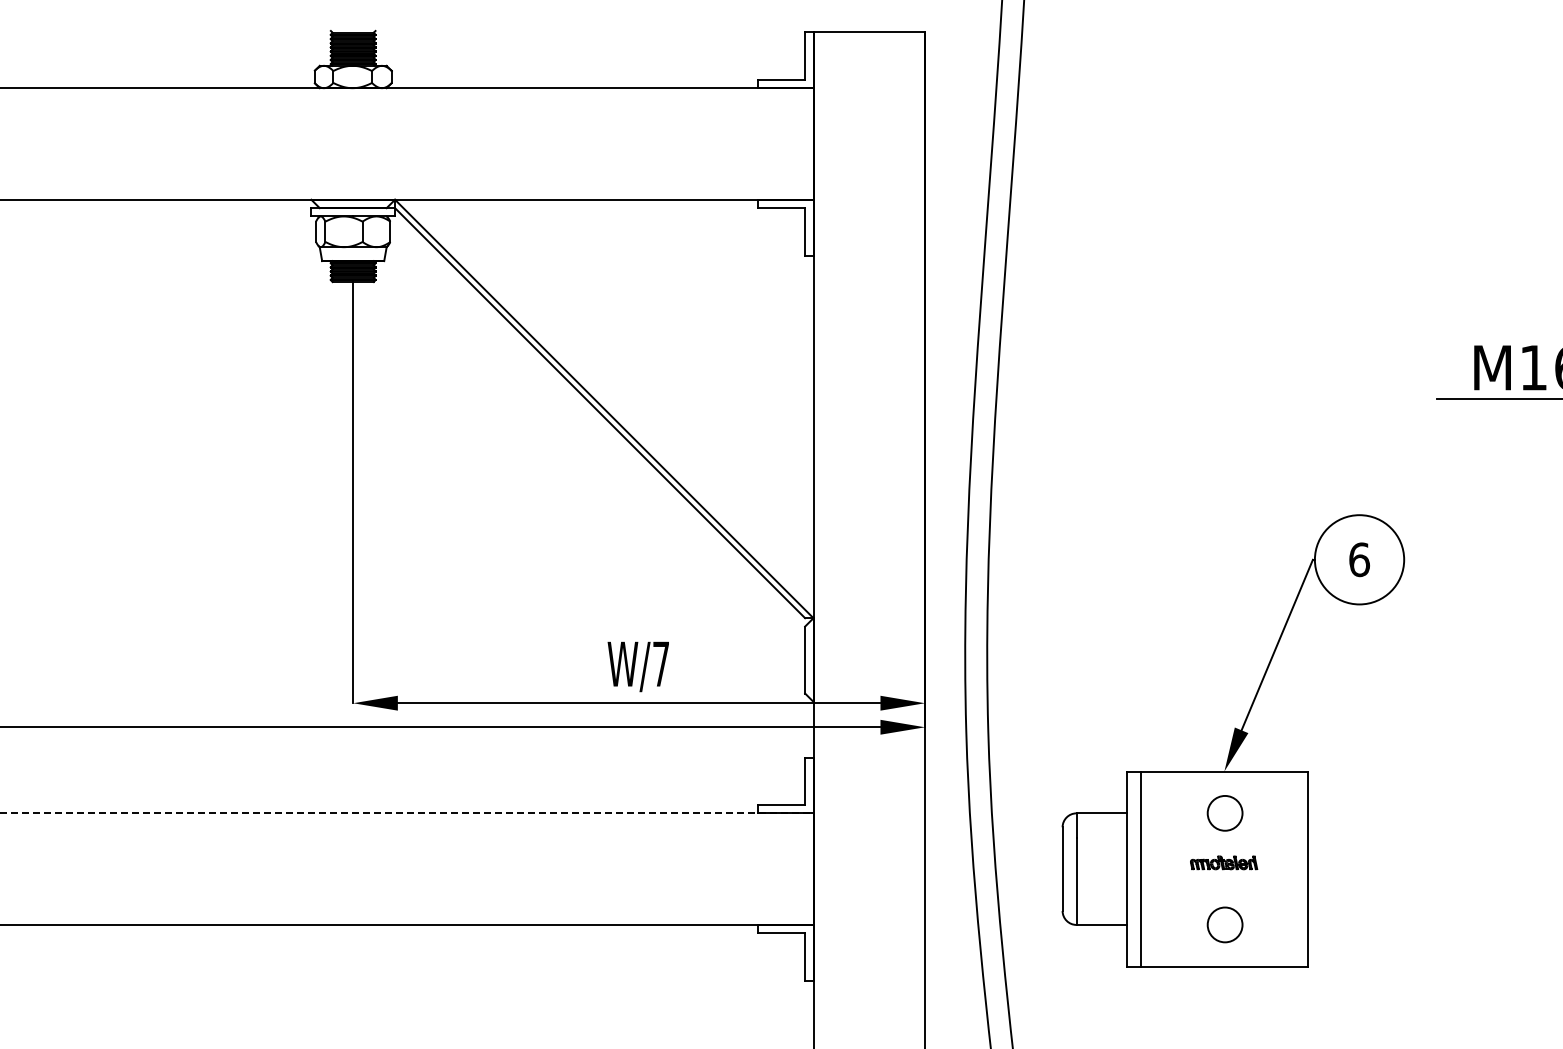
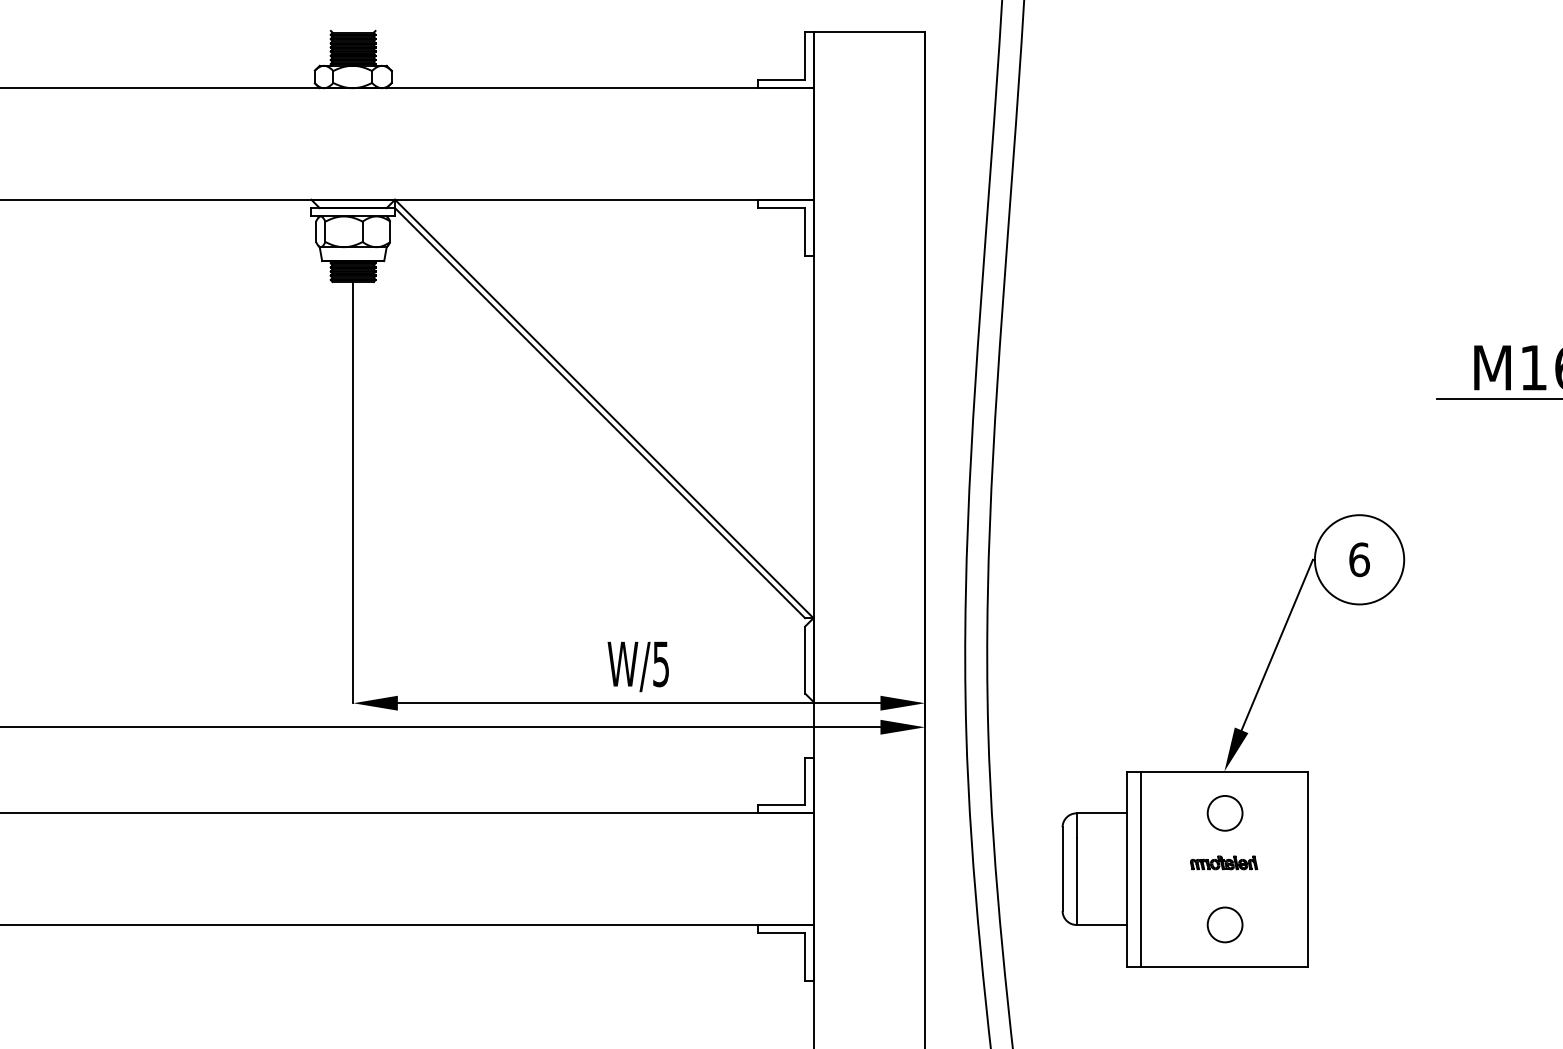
text at (660, 664): W/7 -> W/5
line at (407, 813): dashed -> solid
